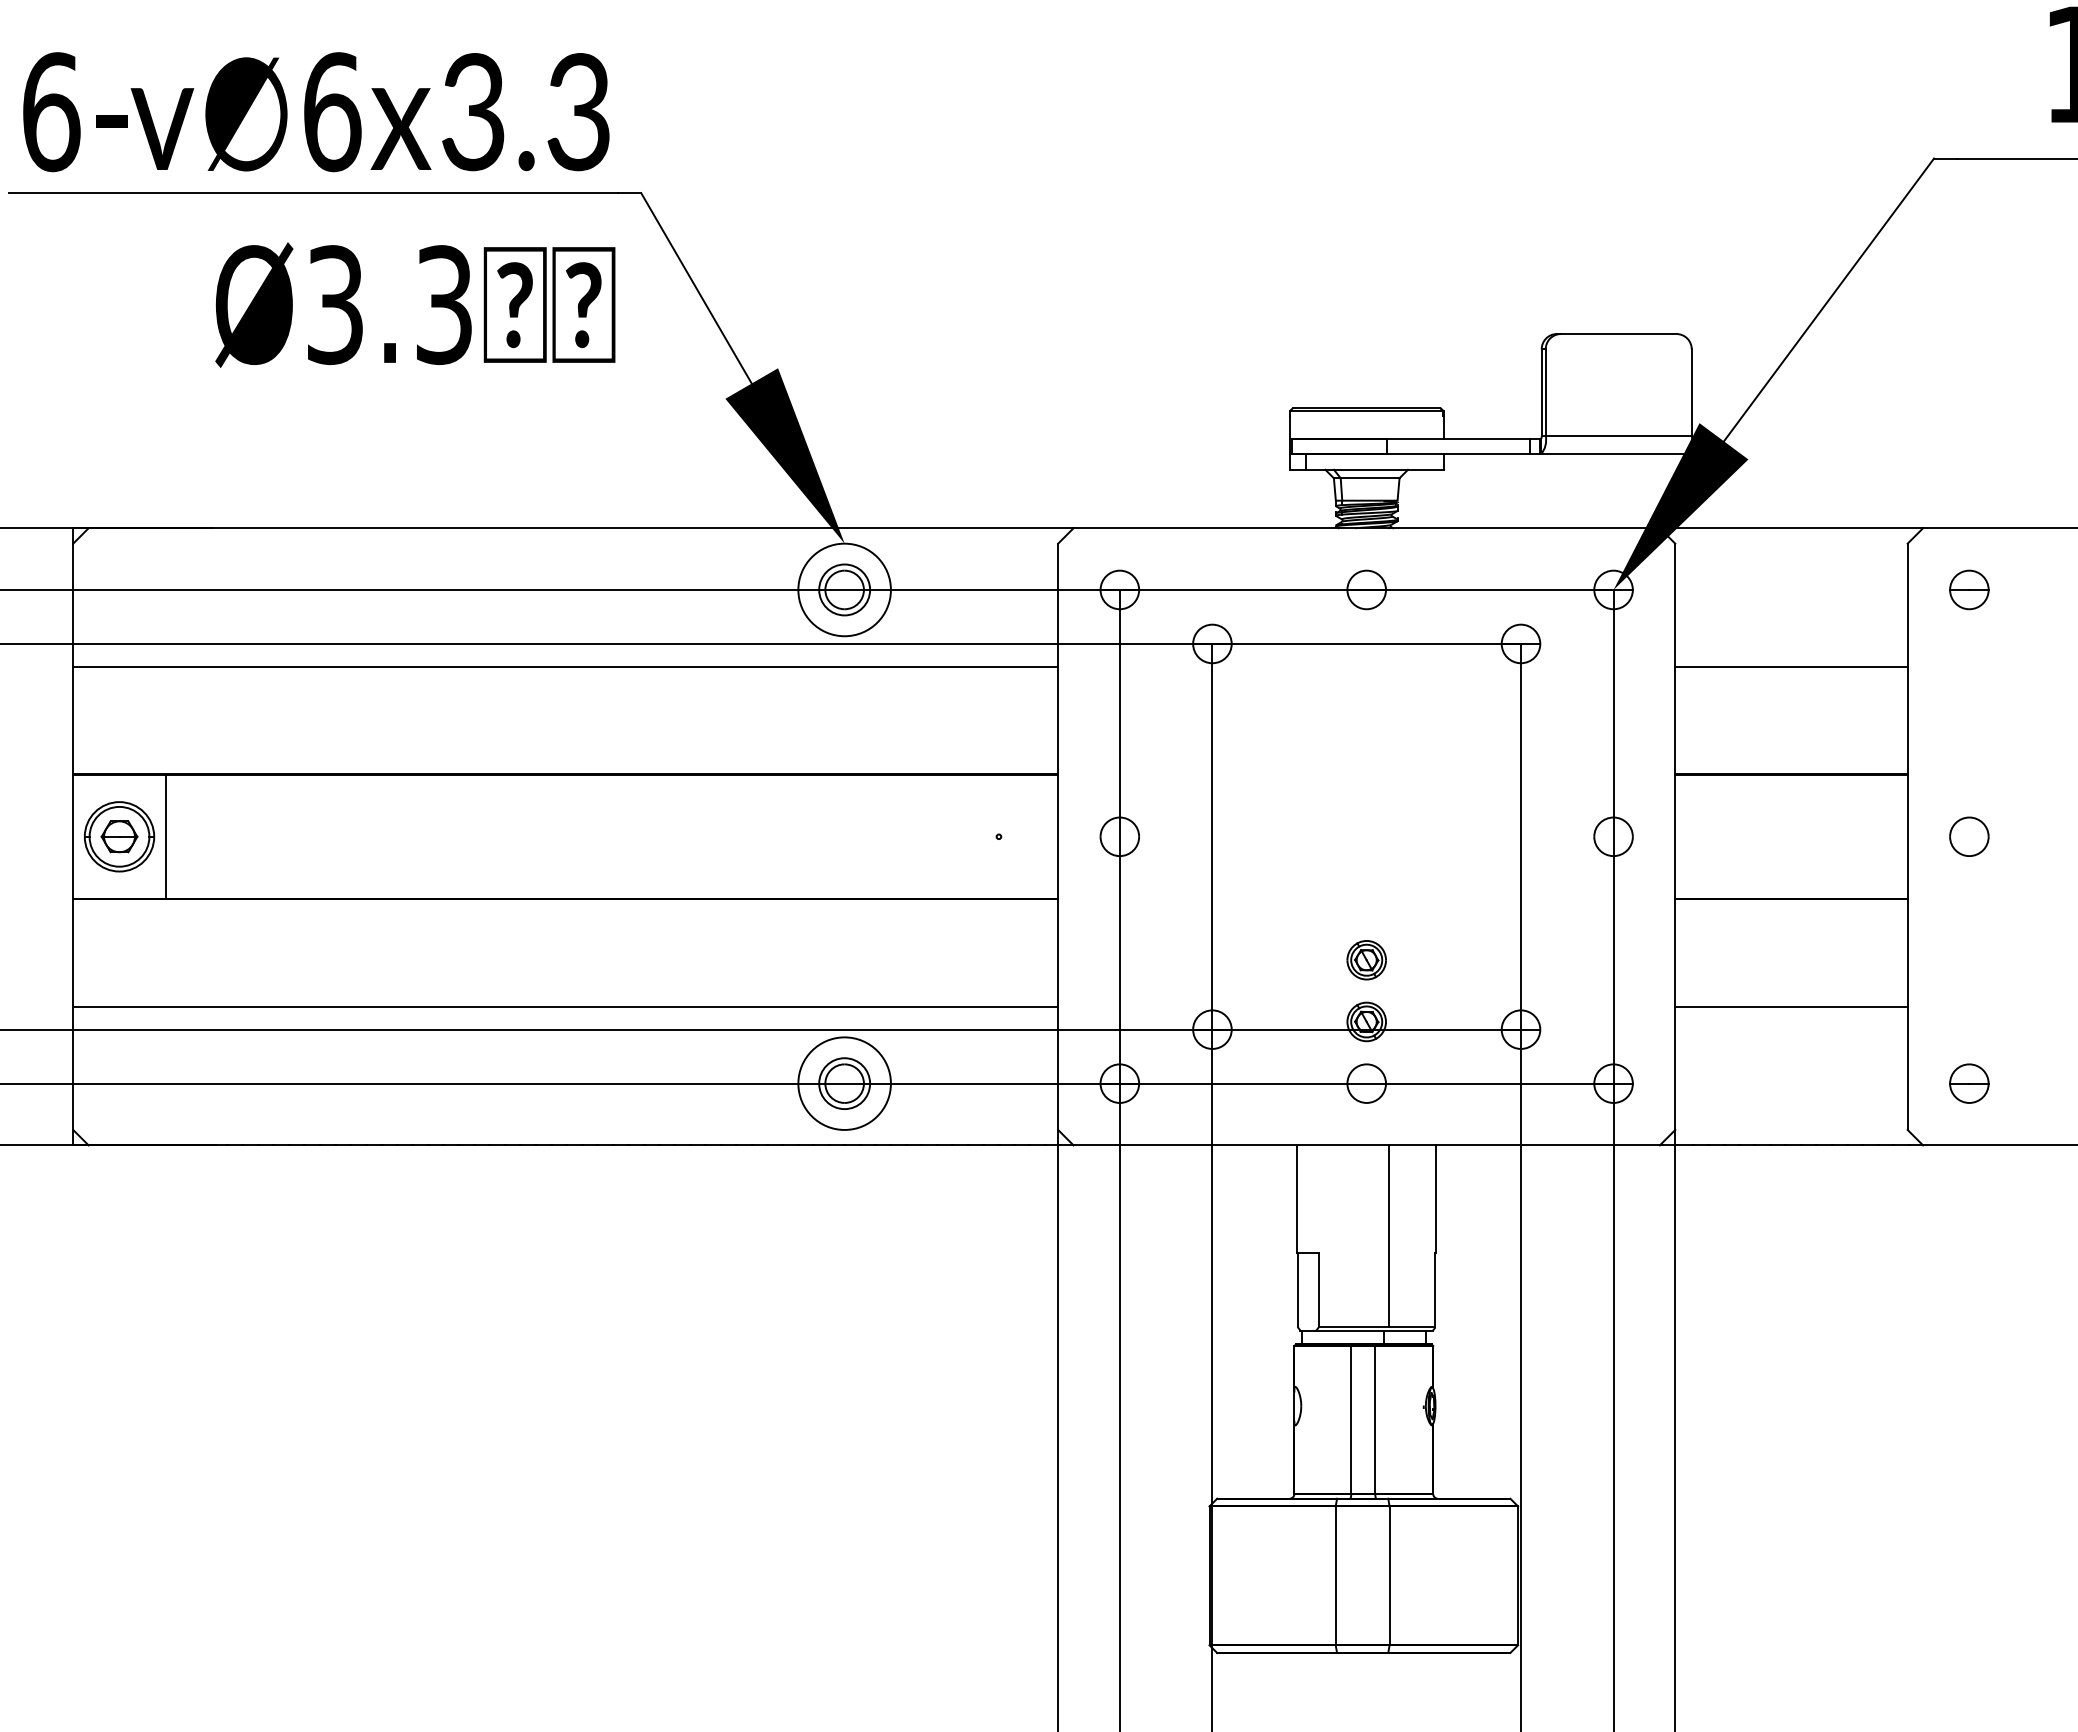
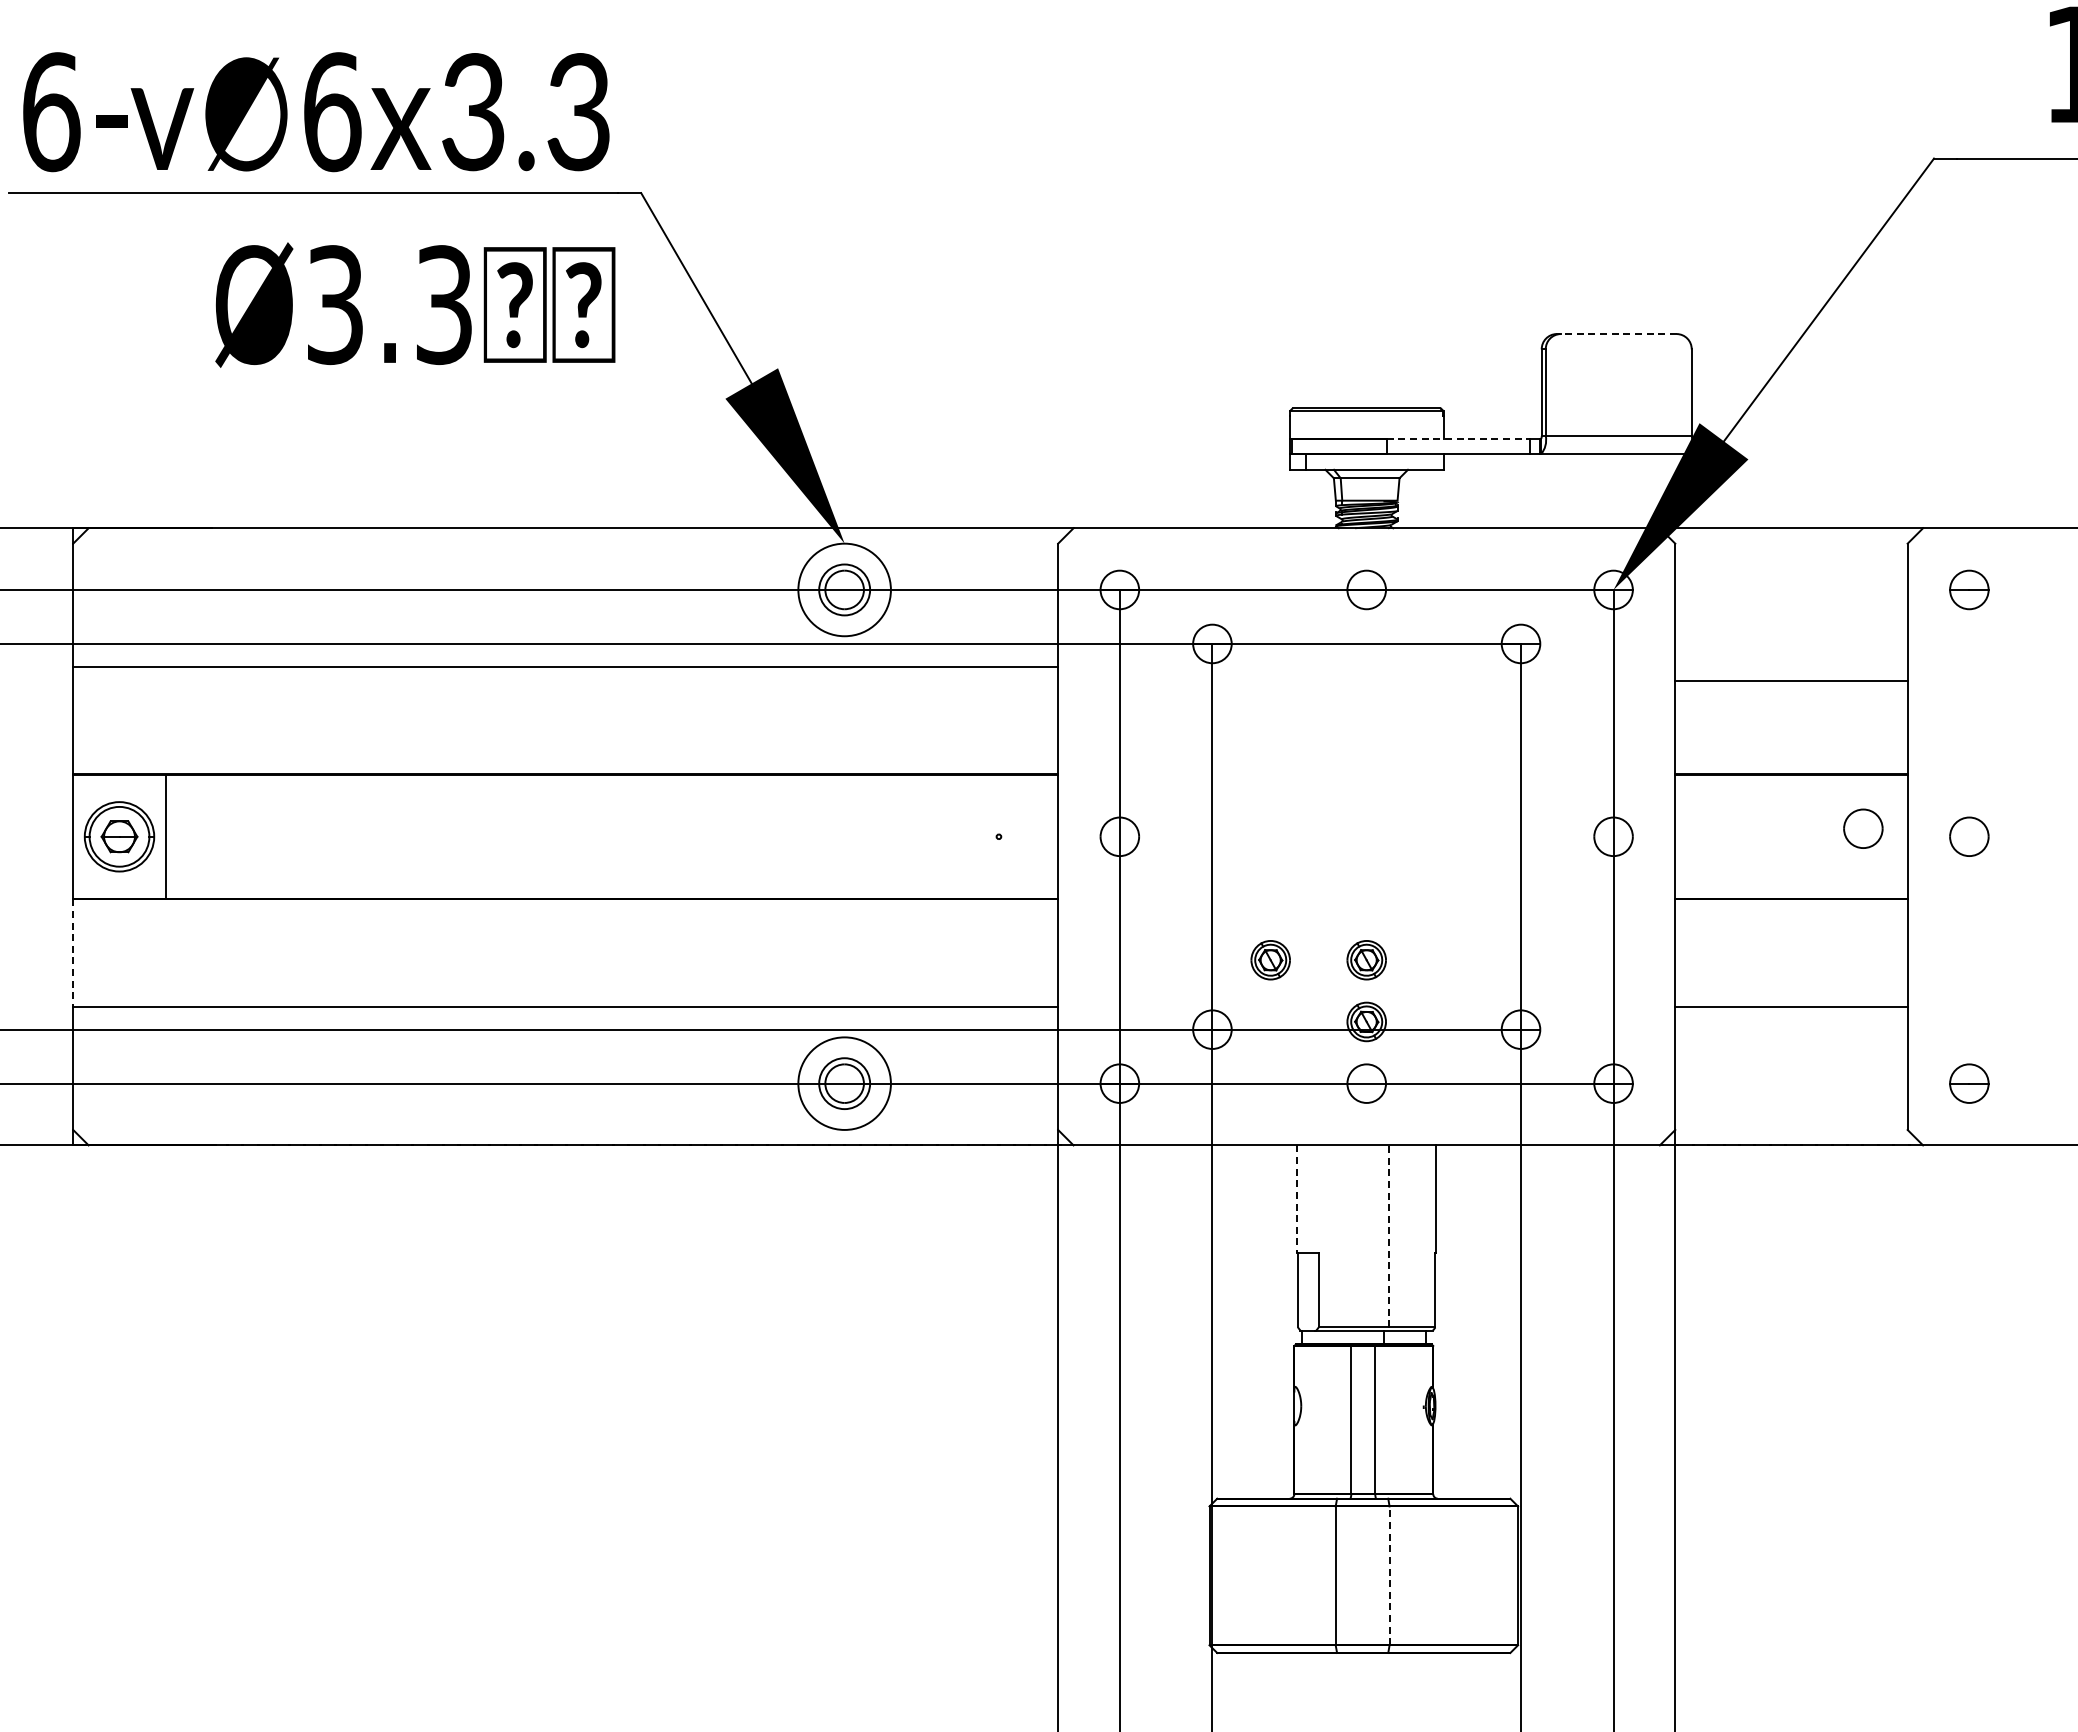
line at (1618, 334): solid -> dashed
line at (1458, 438): solid -> dashed
line at (1791, 667) position: (1791, 667) -> (1791, 681)
part at (1863, 828): none -> present
line at (73, 952): solid -> dashed
part at (1270, 960): none -> present
line at (1297, 1199): solid -> dashed
line at (1389, 1235): solid -> dashed
line at (1389, 1575): solid -> dashed
